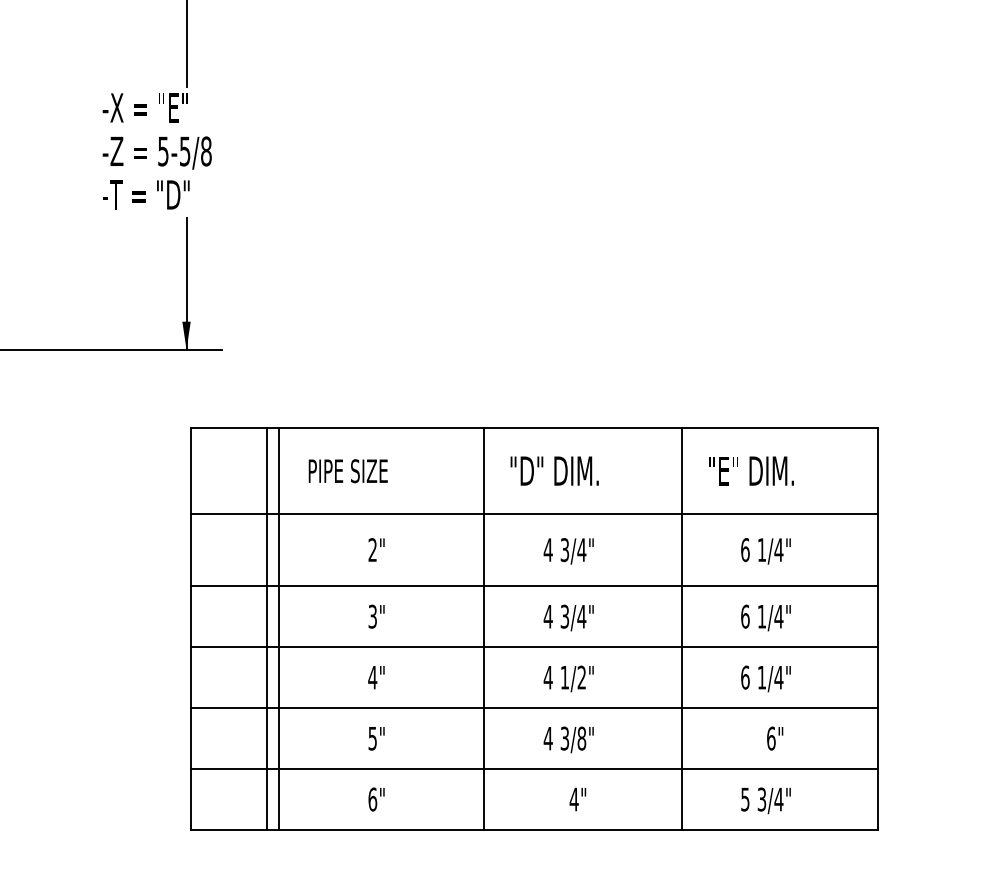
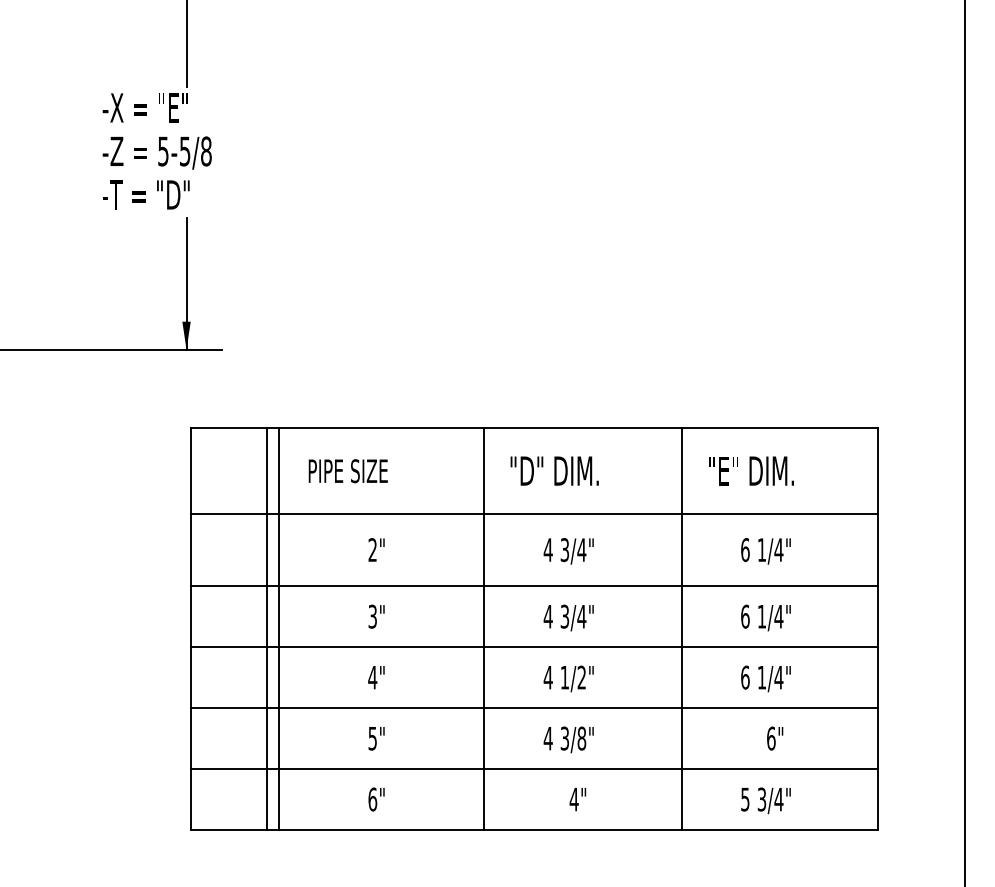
line at (965, 442): none -> present
